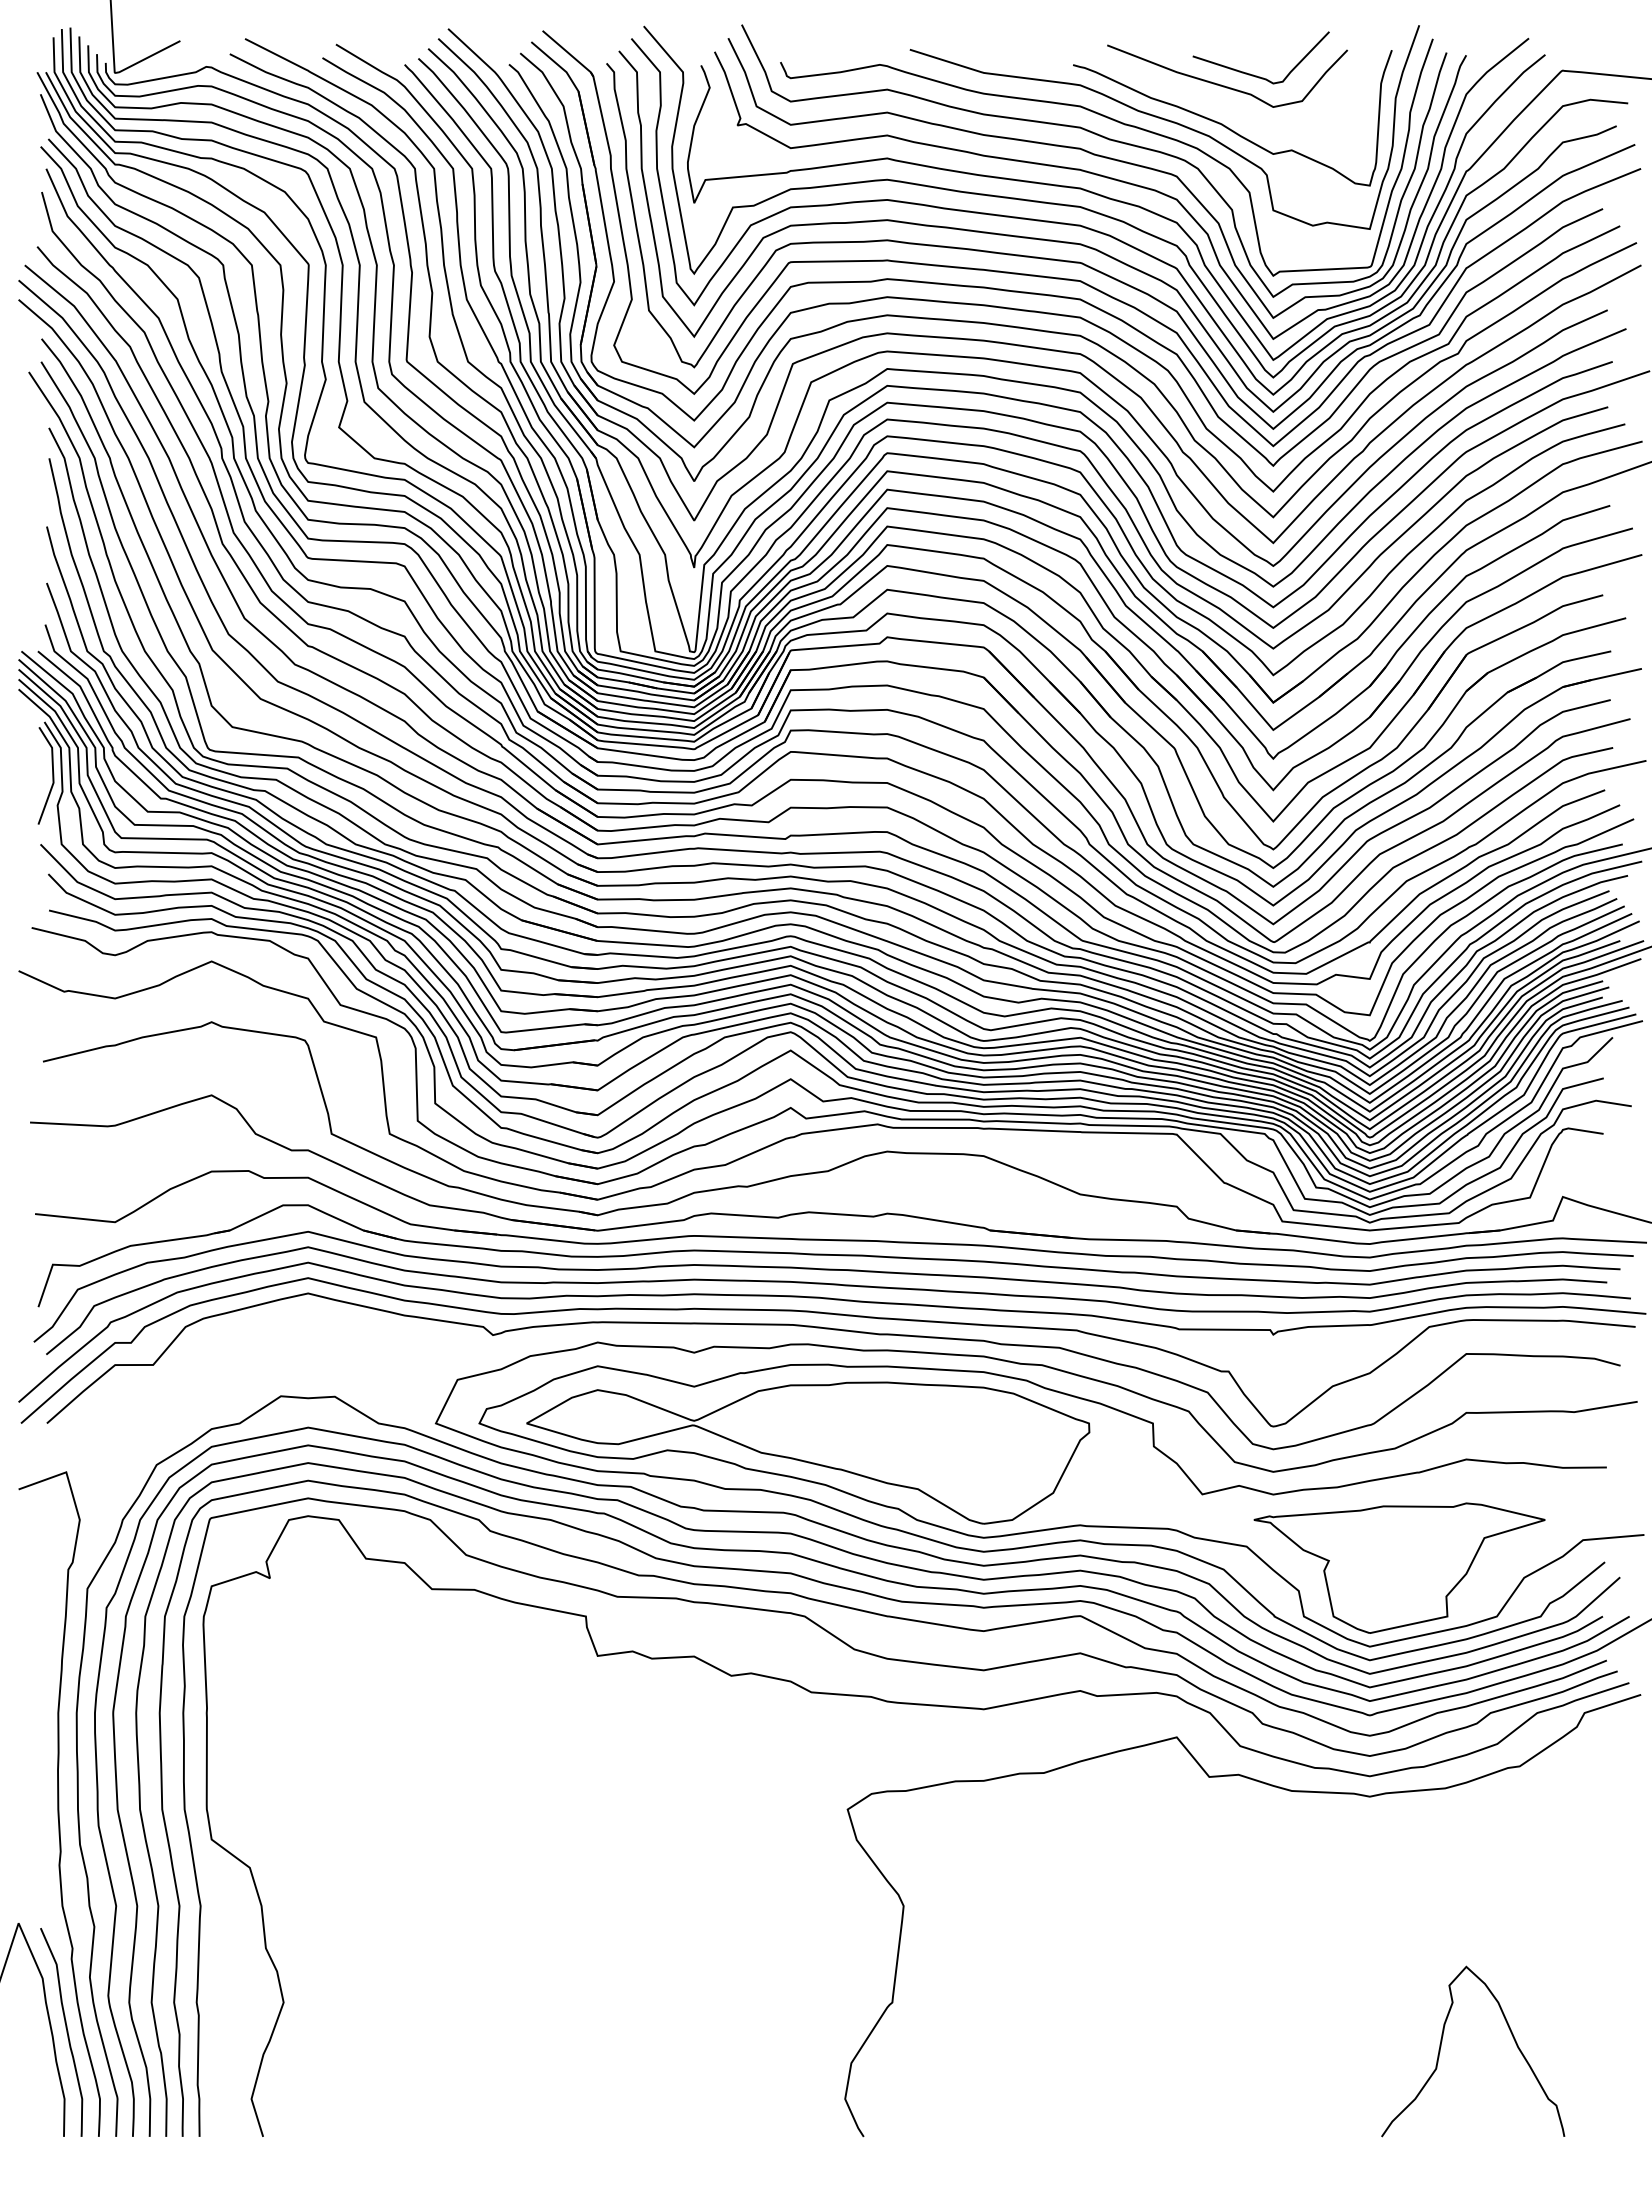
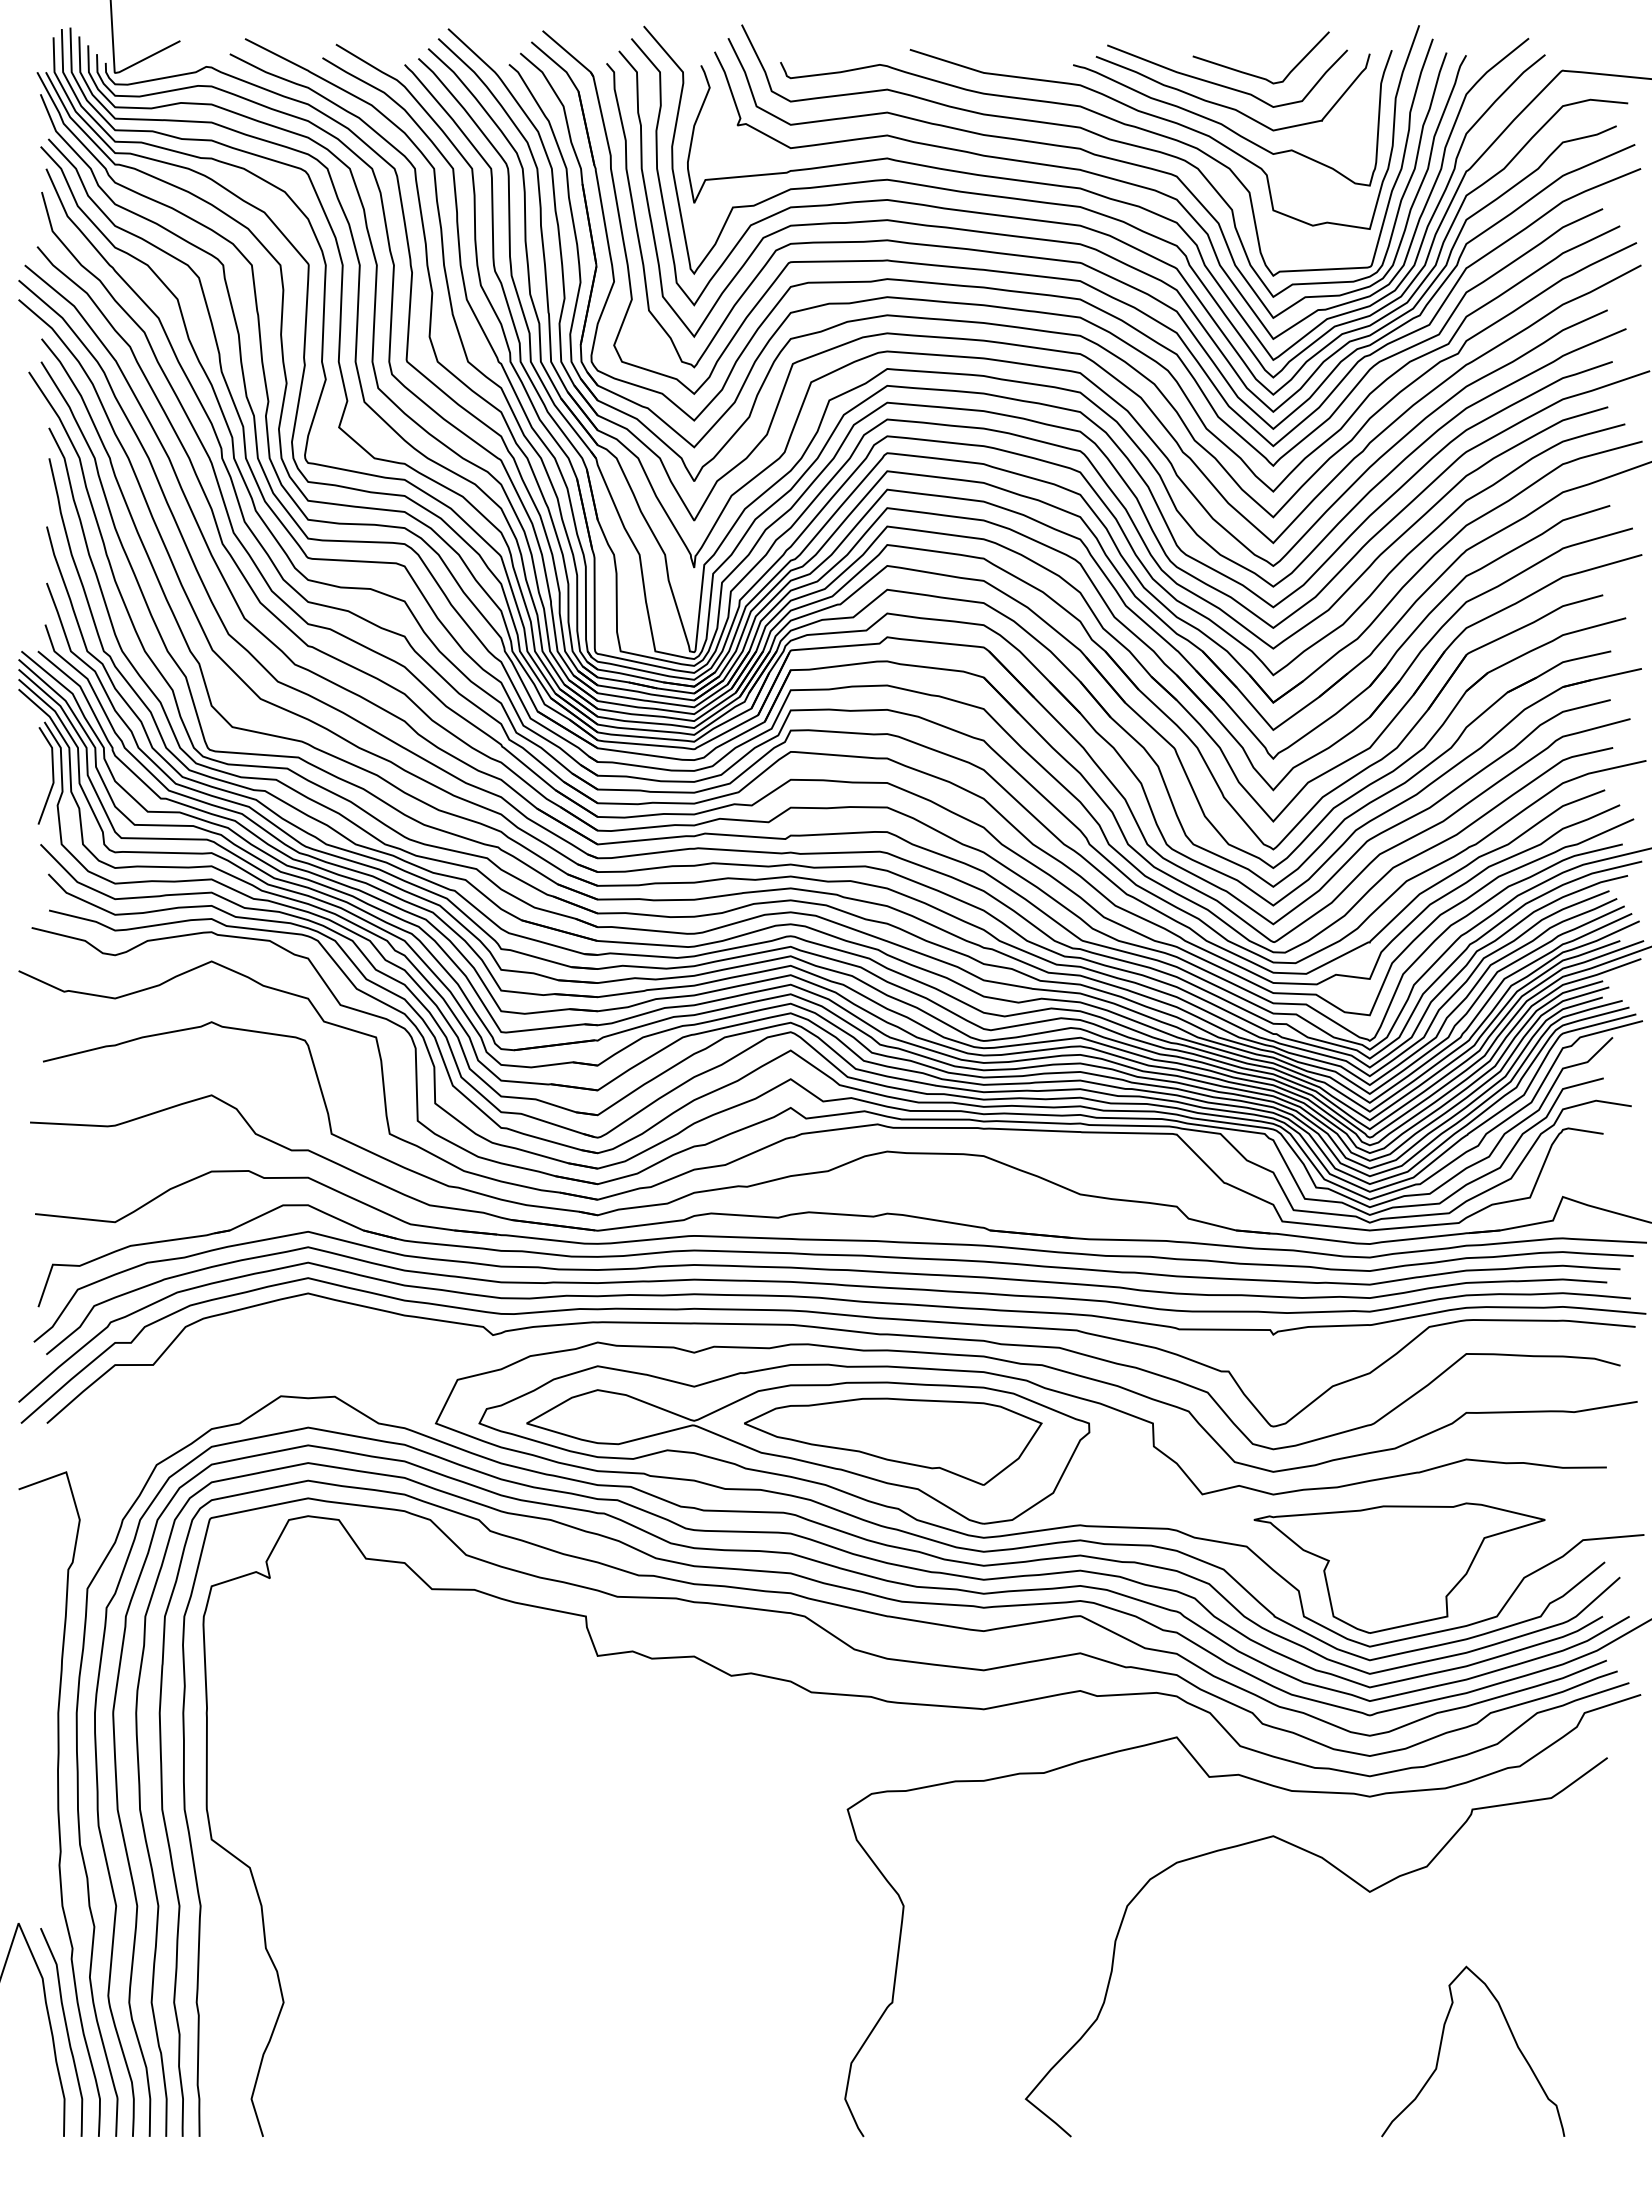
curve at (1228, 106): none -> present
part at (893, 1441): none -> present
curve at (1361, 1887): none -> present
